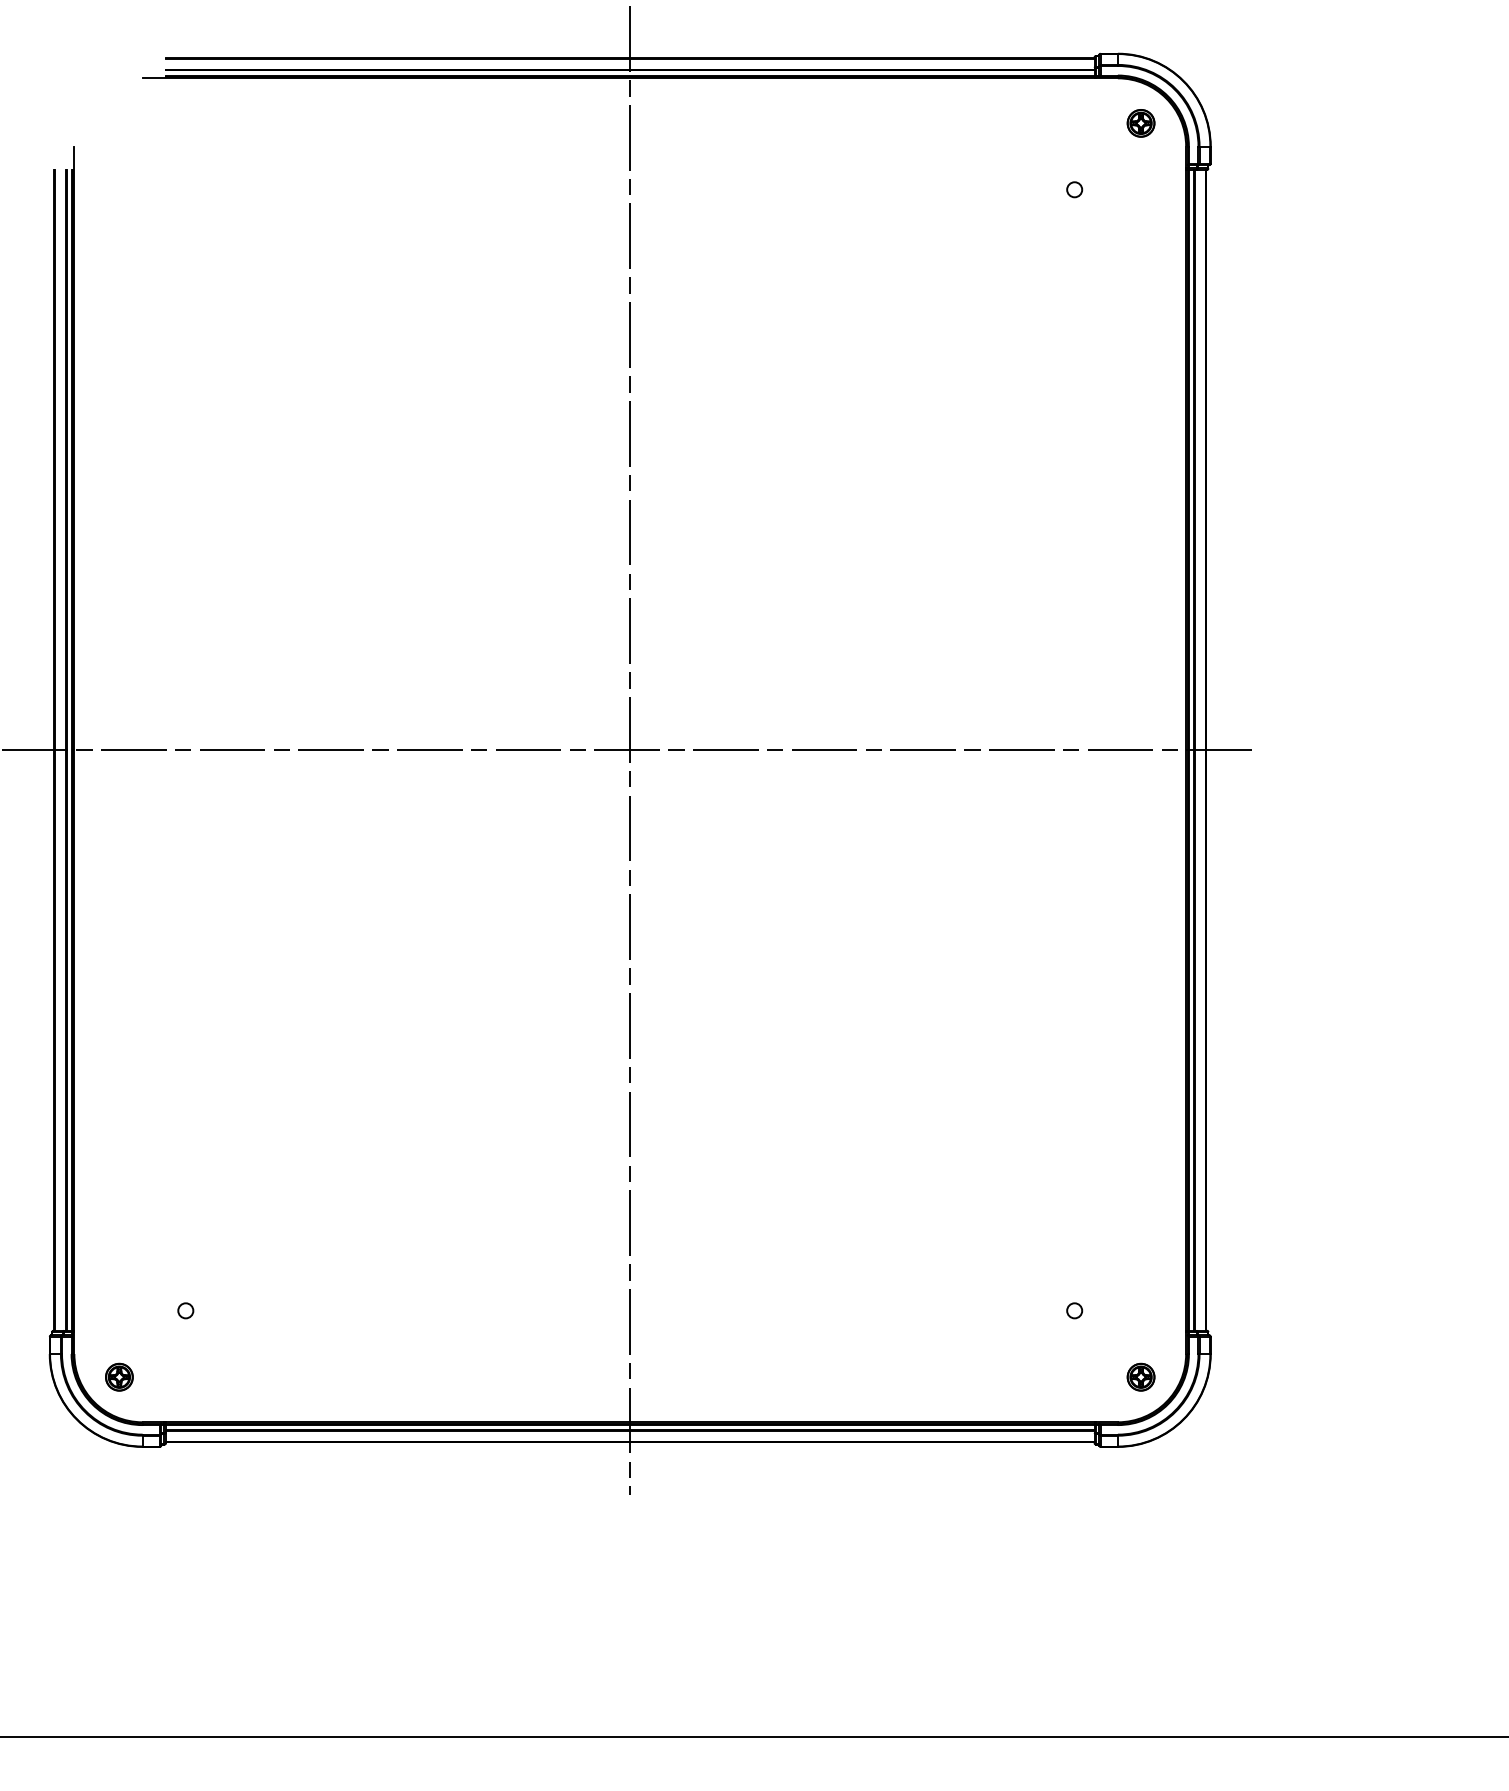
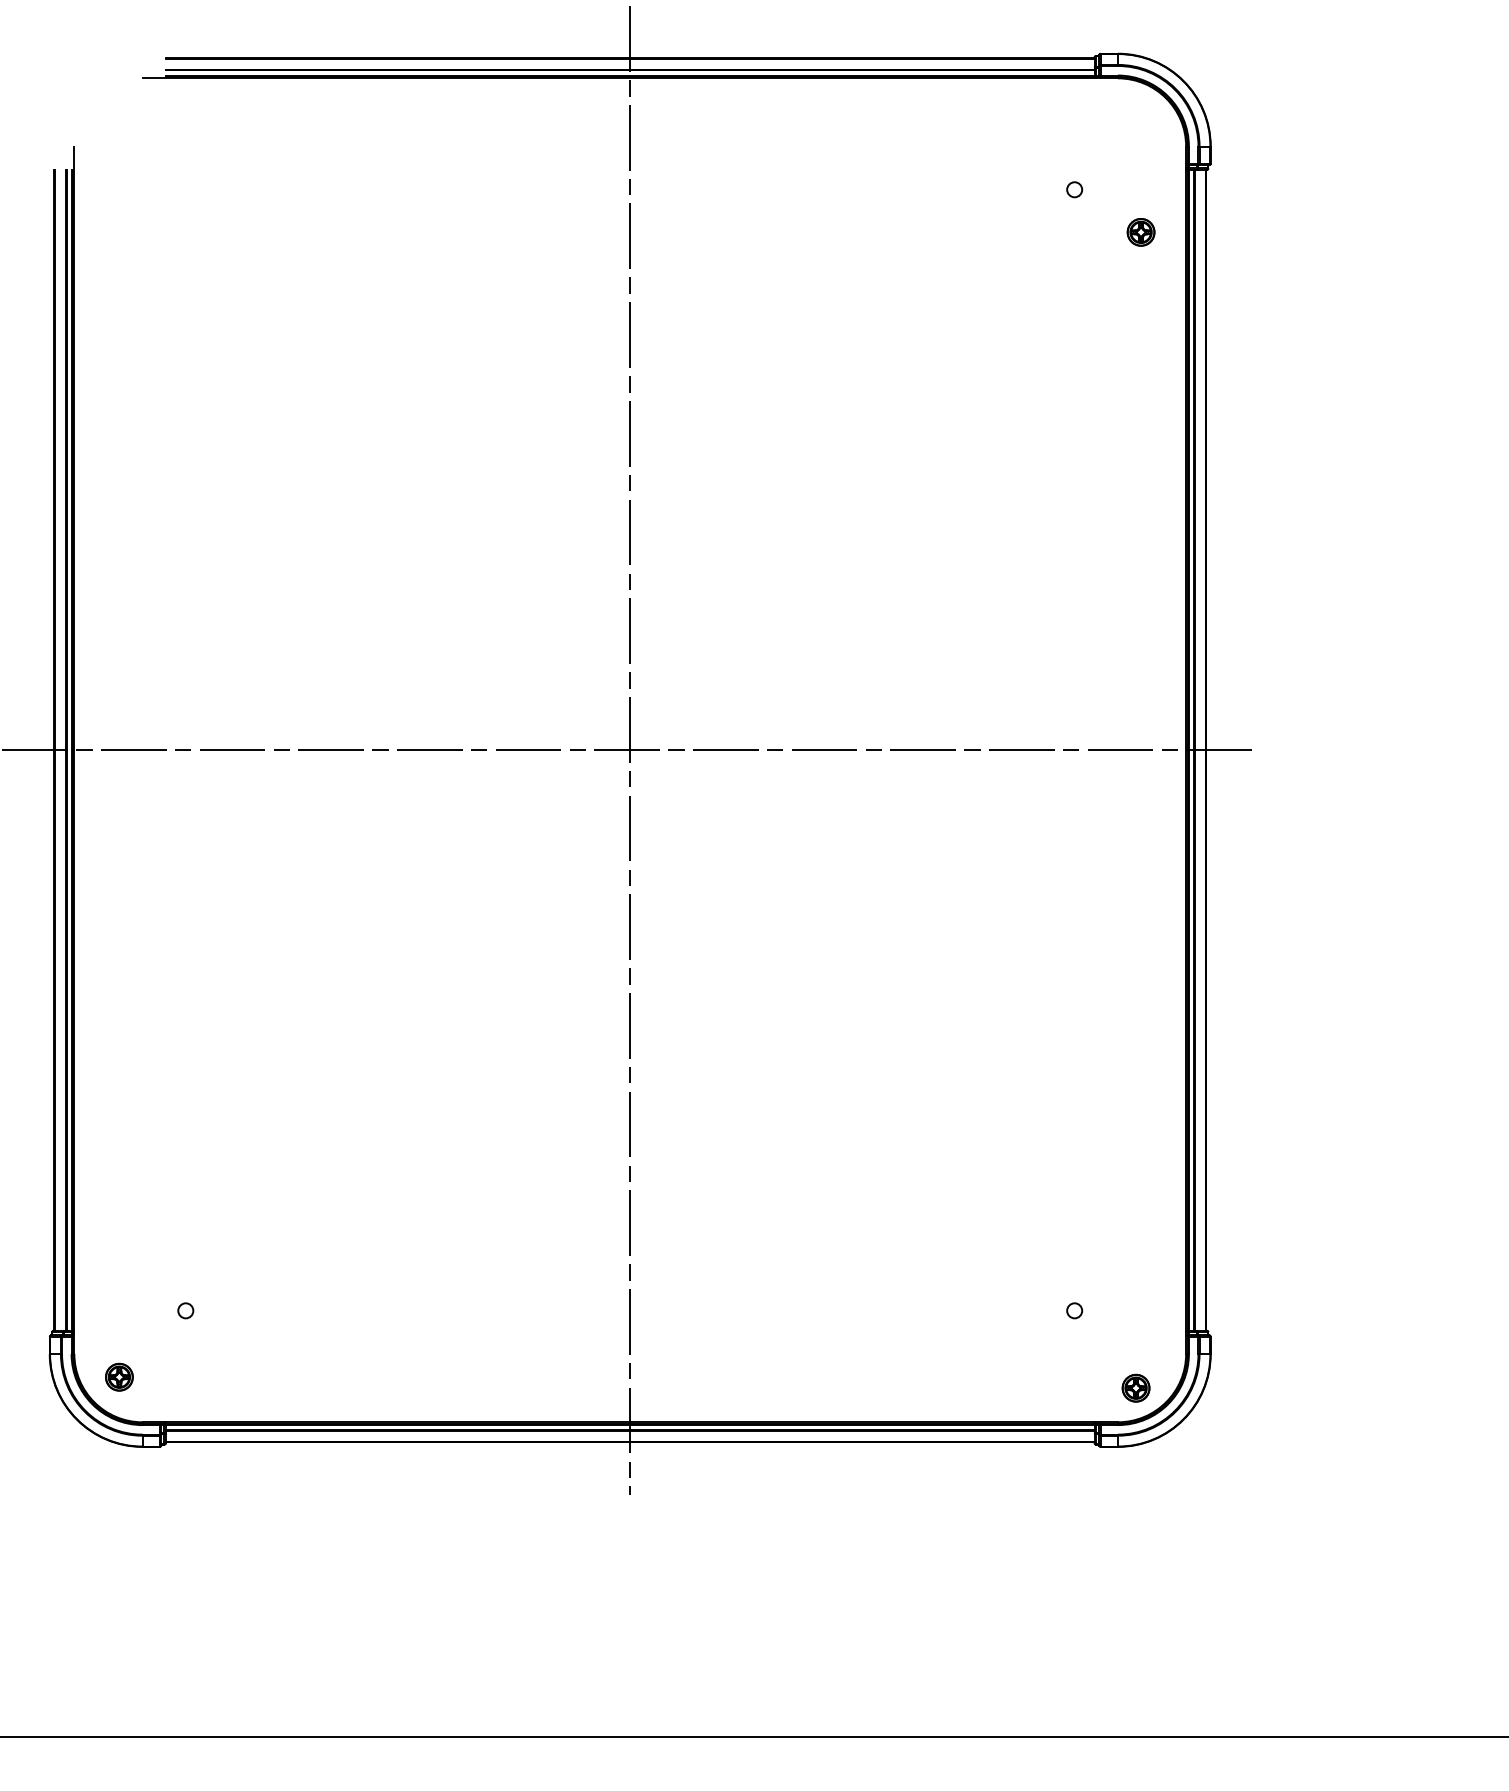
part at (1140, 123) position: (1140, 123) -> (1140, 232)
part at (1140, 1376) position: (1140, 1376) -> (1135, 1387)
